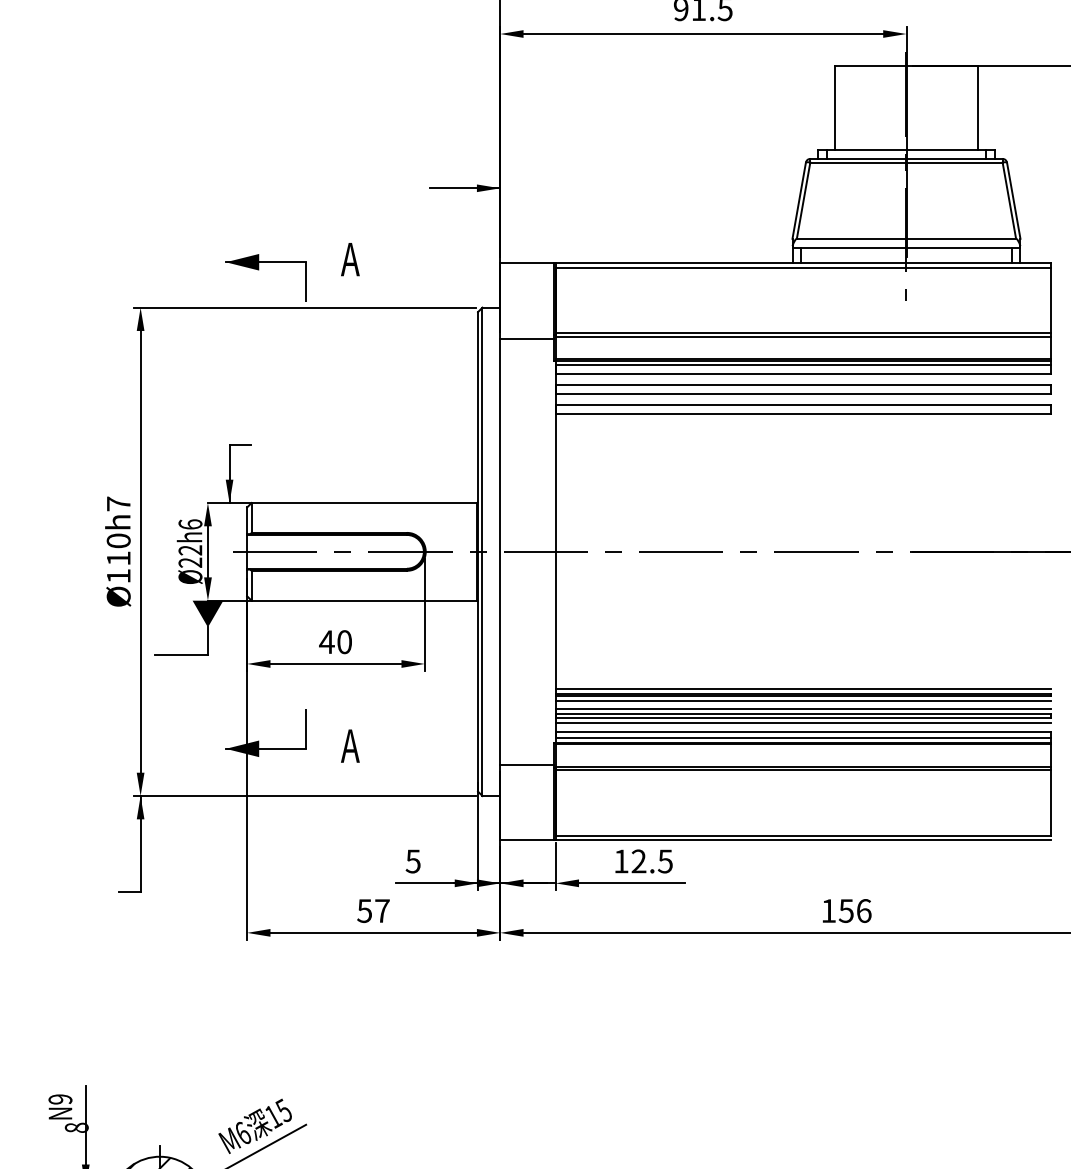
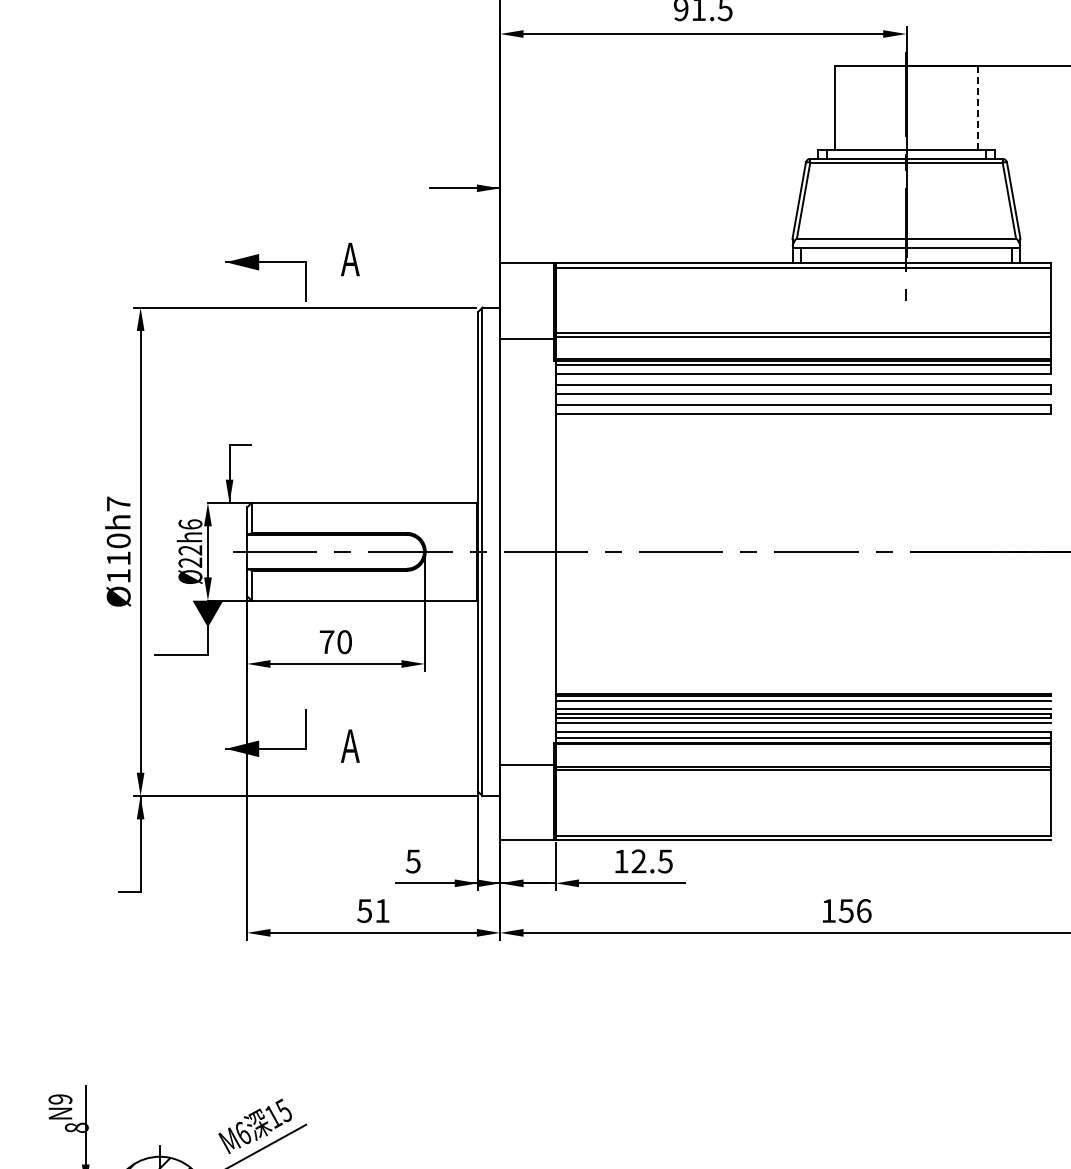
line at (977, 107): solid -> dashed
text at (326, 641): 40 -> 70
line at (802, 689): present -> none
text at (382, 910): 57 -> 51
